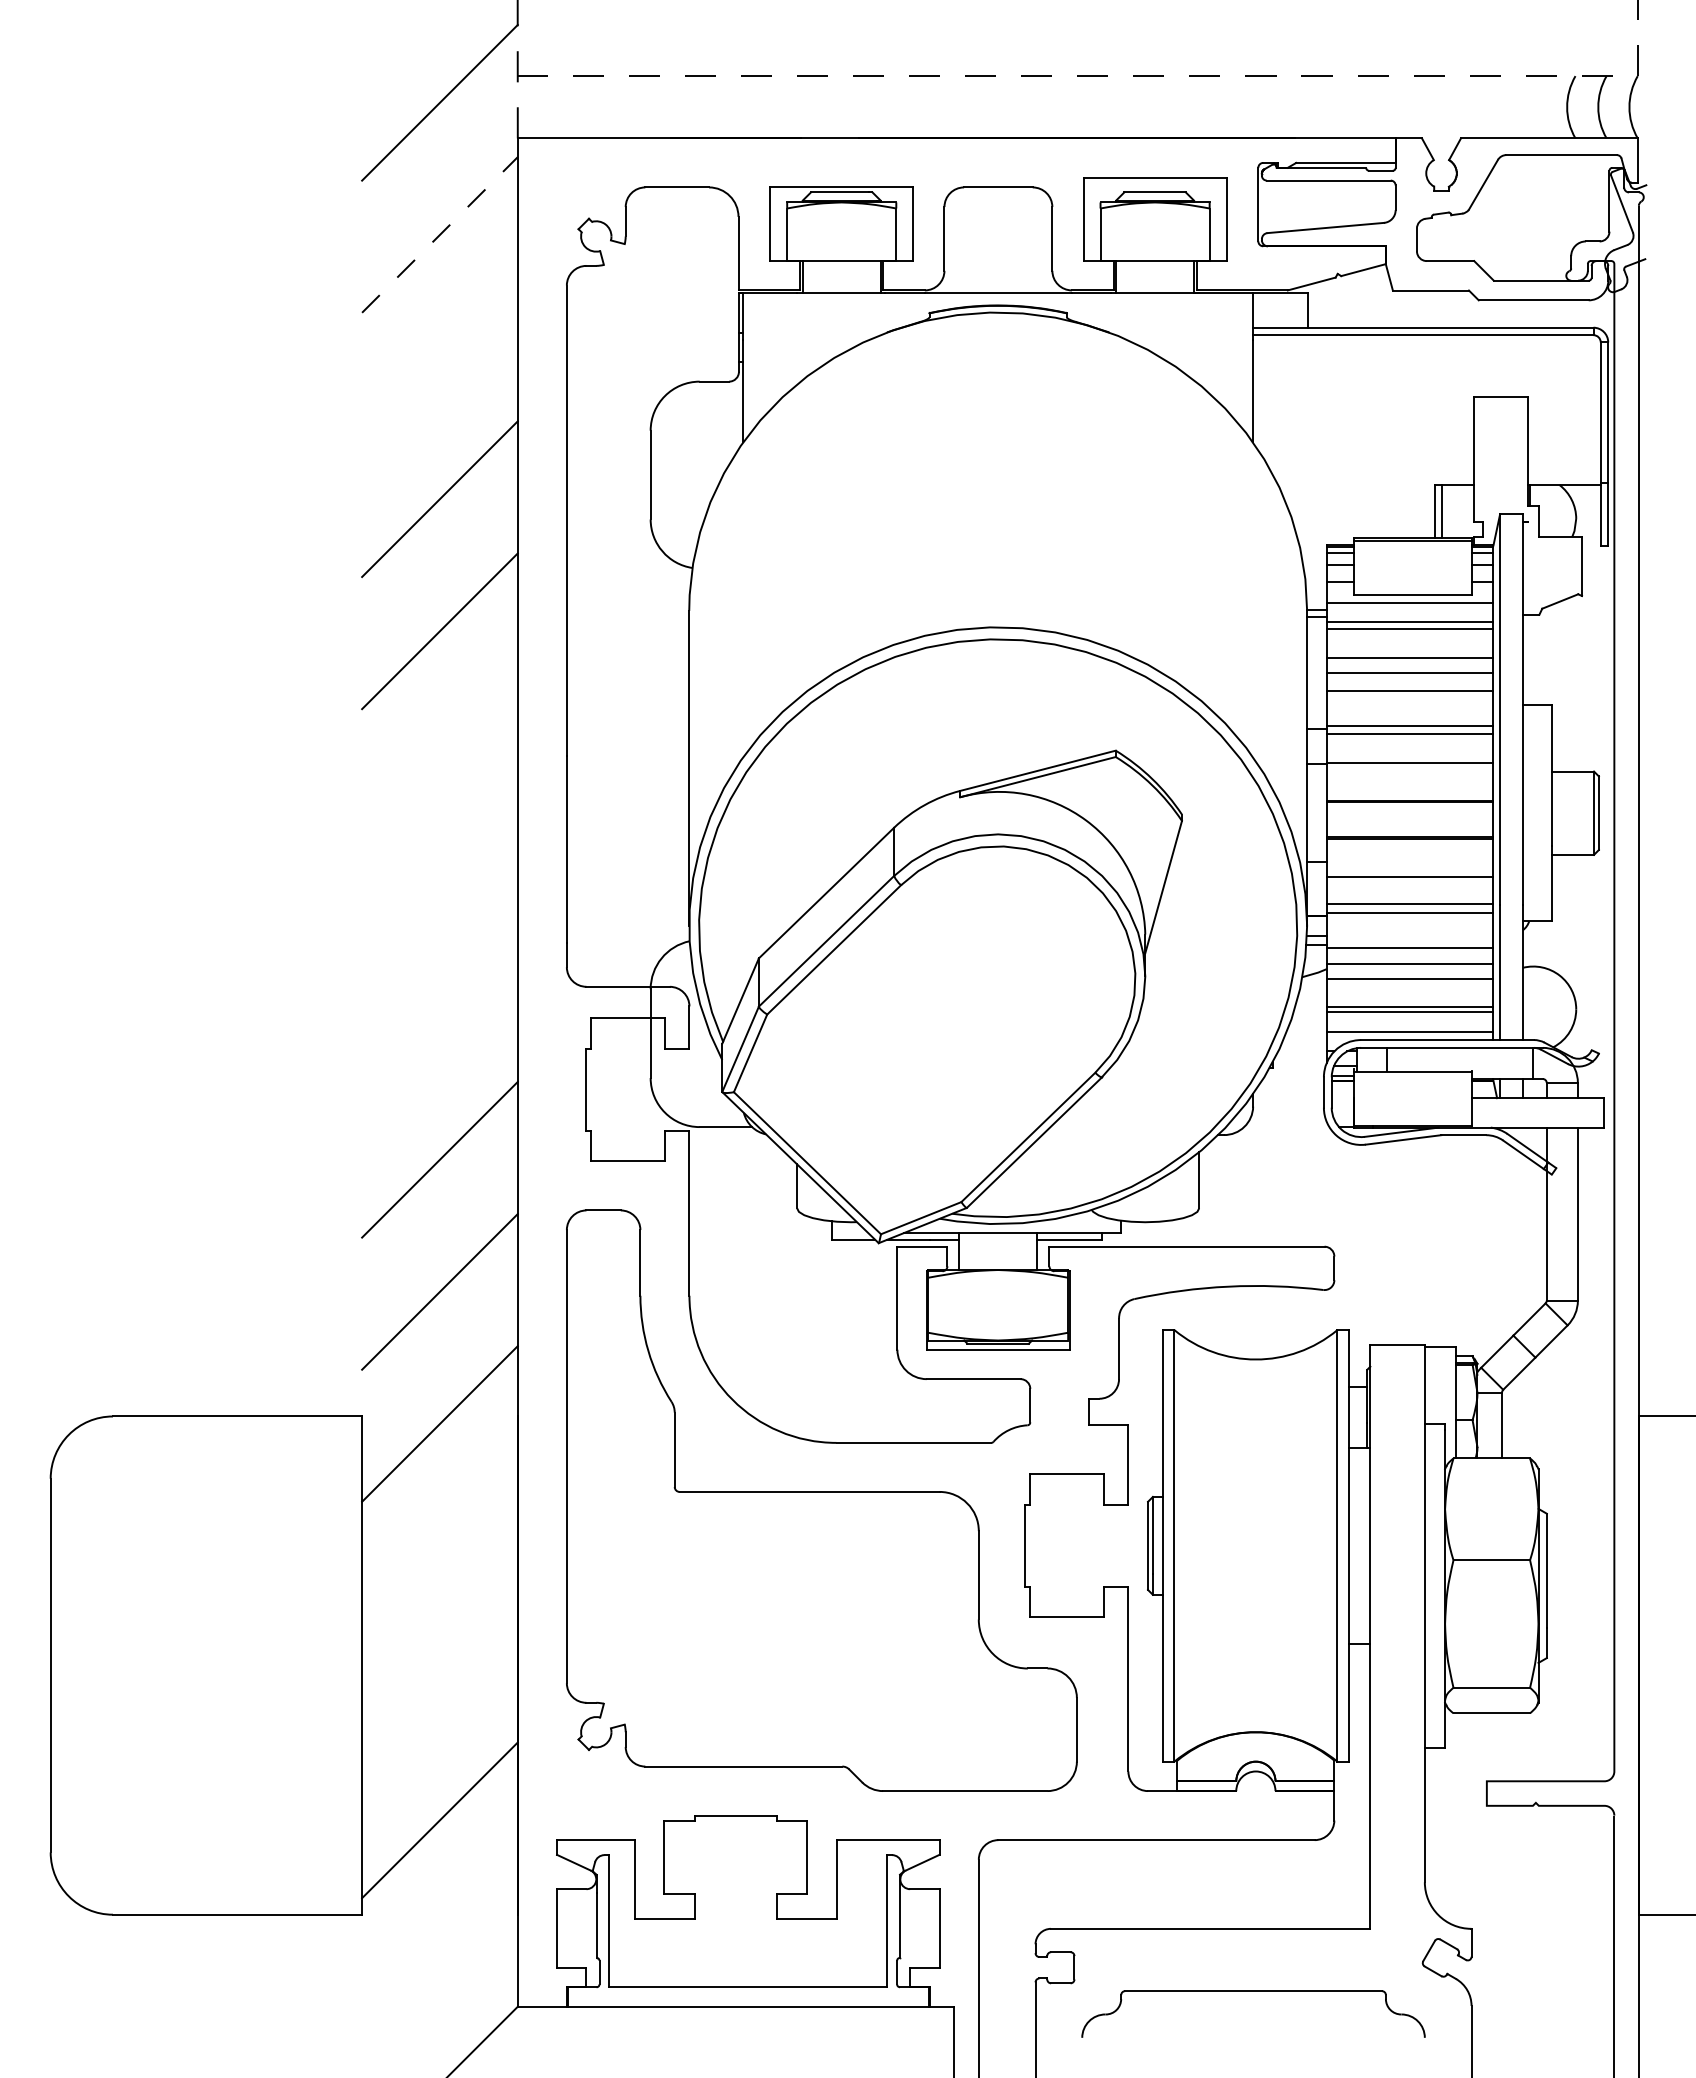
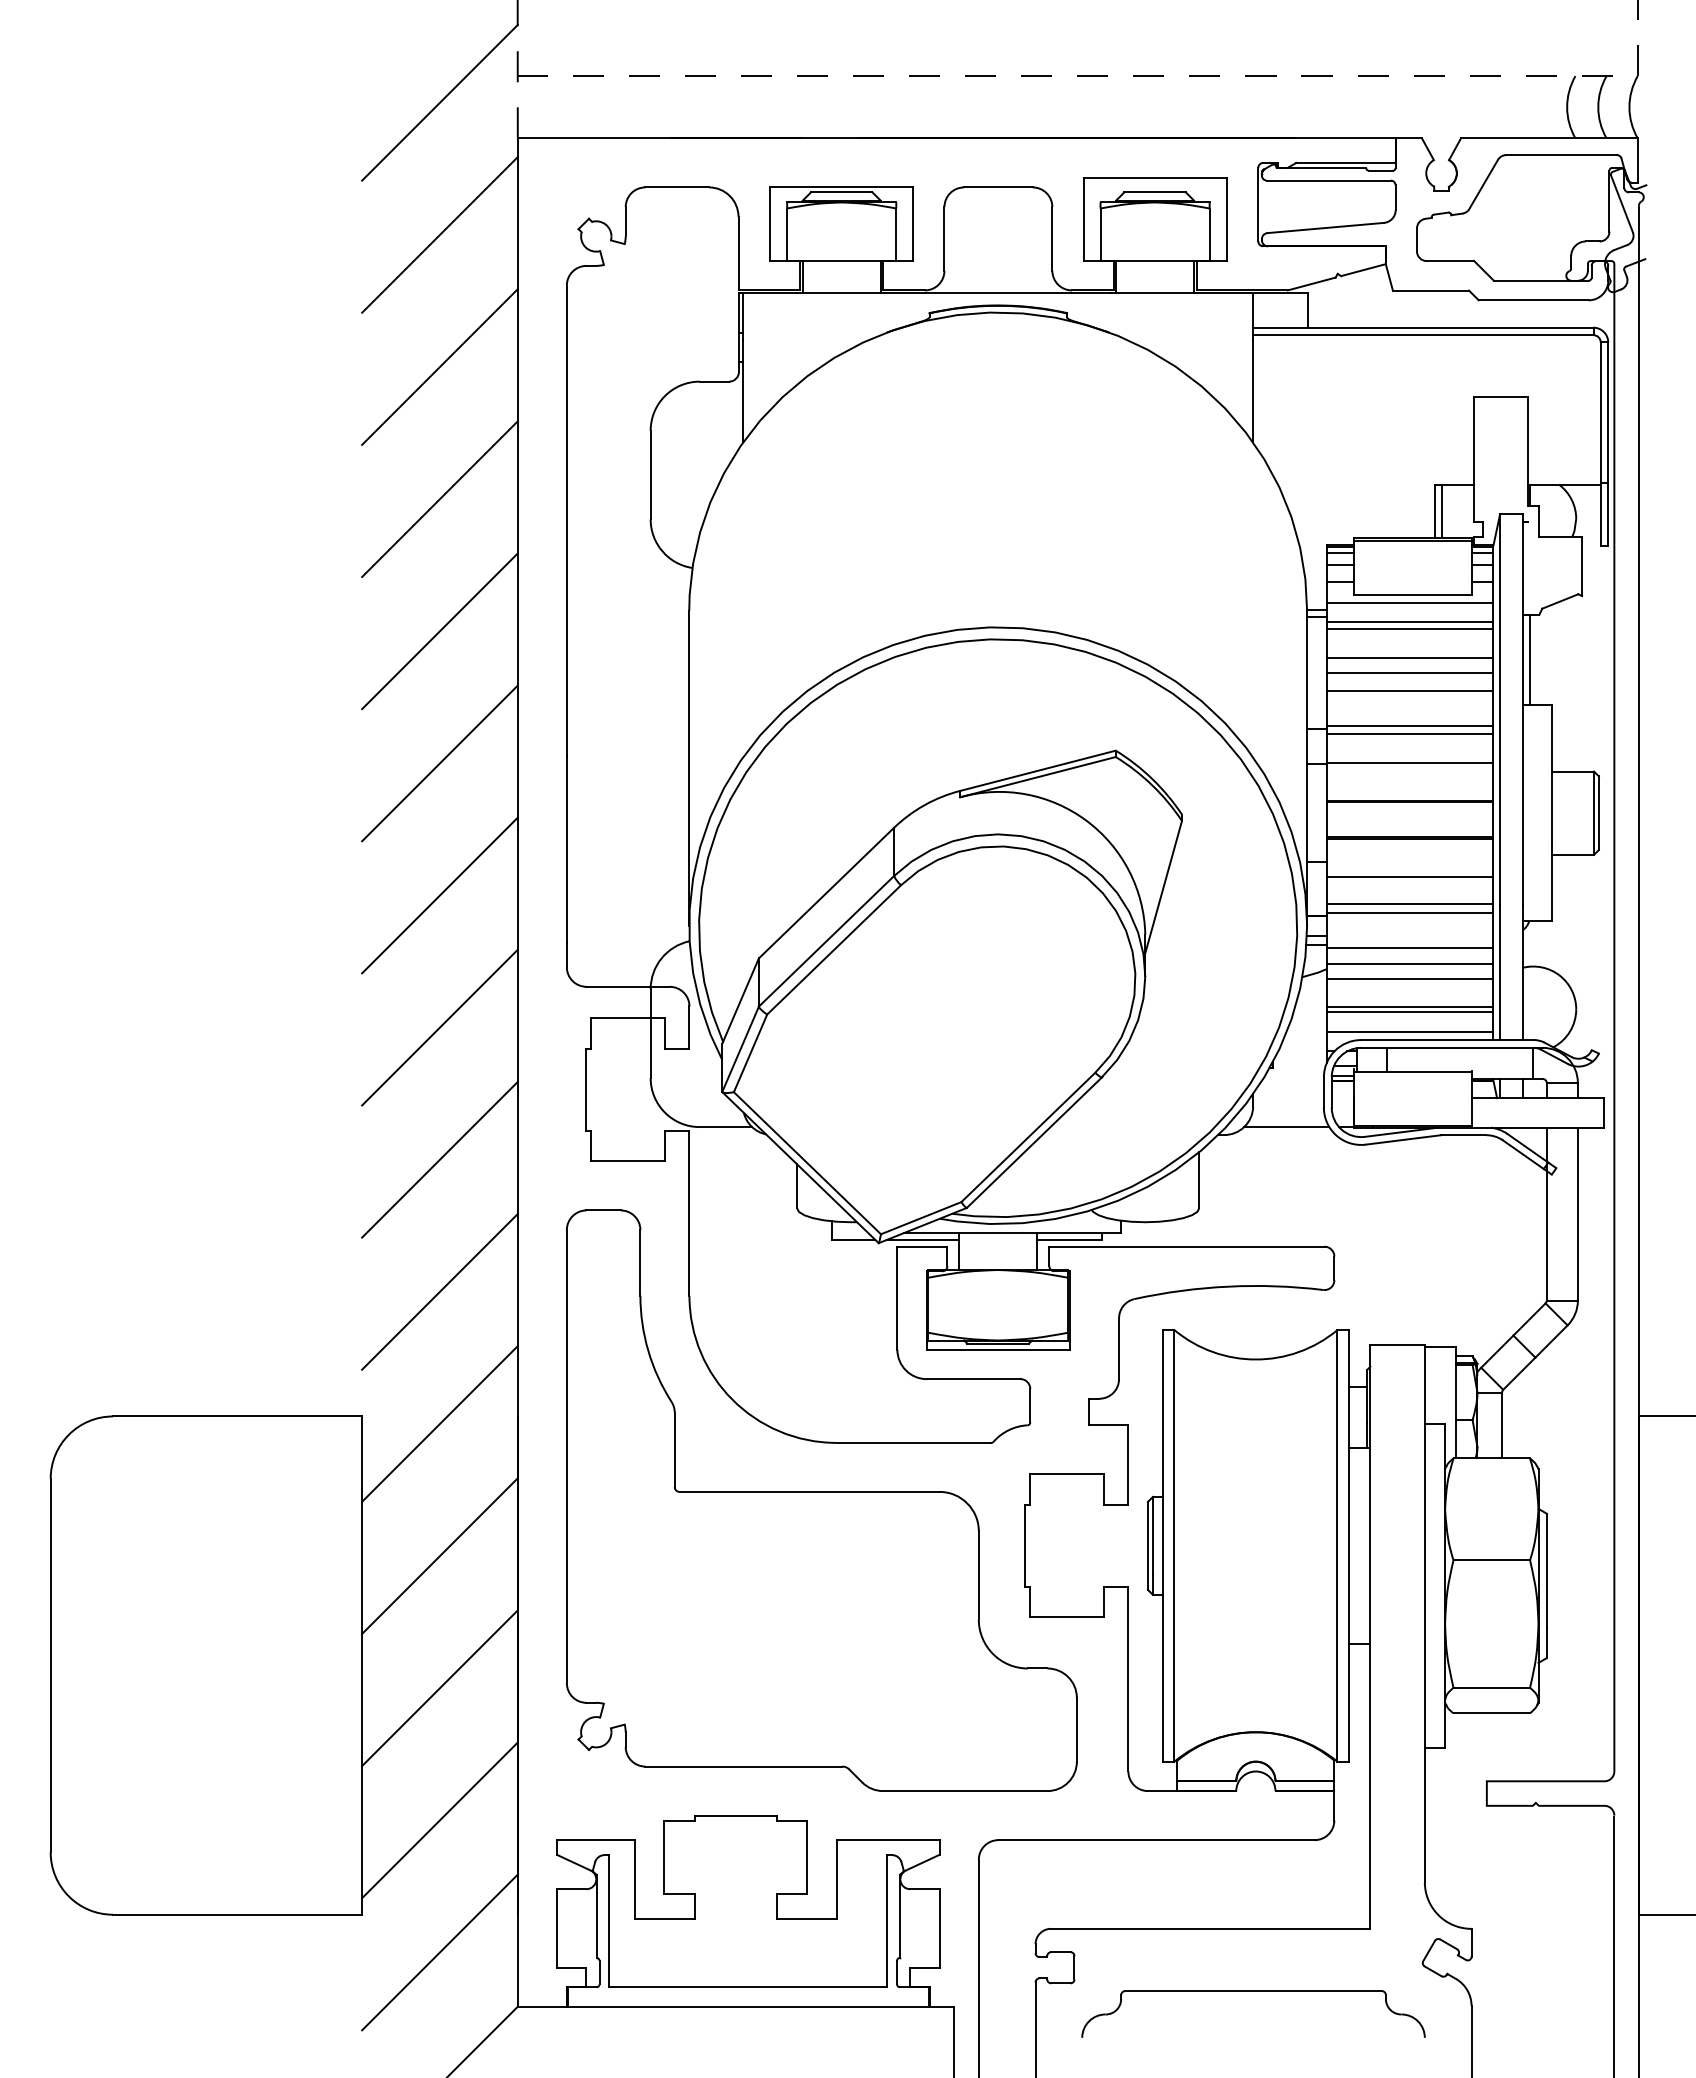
line at (440, 234): dashed -> solid
line at (439, 366): none -> present
line at (1529, 659): none -> present
line at (439, 763): none -> present
line at (439, 895): none -> present
line at (439, 1027): none -> present
line at (1286, 1127): none -> present
line at (439, 1555): none -> present
line at (439, 1688): none -> present
line at (439, 1952): none -> present
